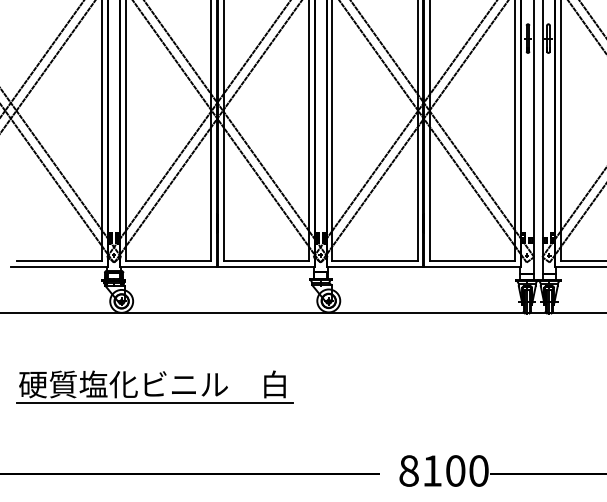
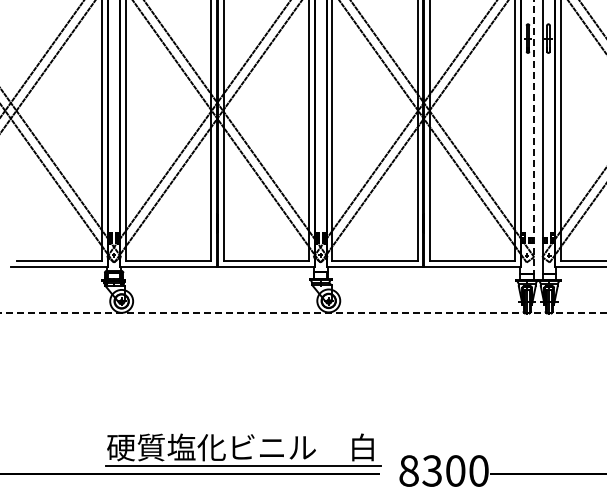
line at (534, 137): solid -> dashed
line at (303, 312): solid -> dashed
part at (154, 386) position: (154, 386) -> (242, 449)
text at (431, 470): 8100 -> 8300
